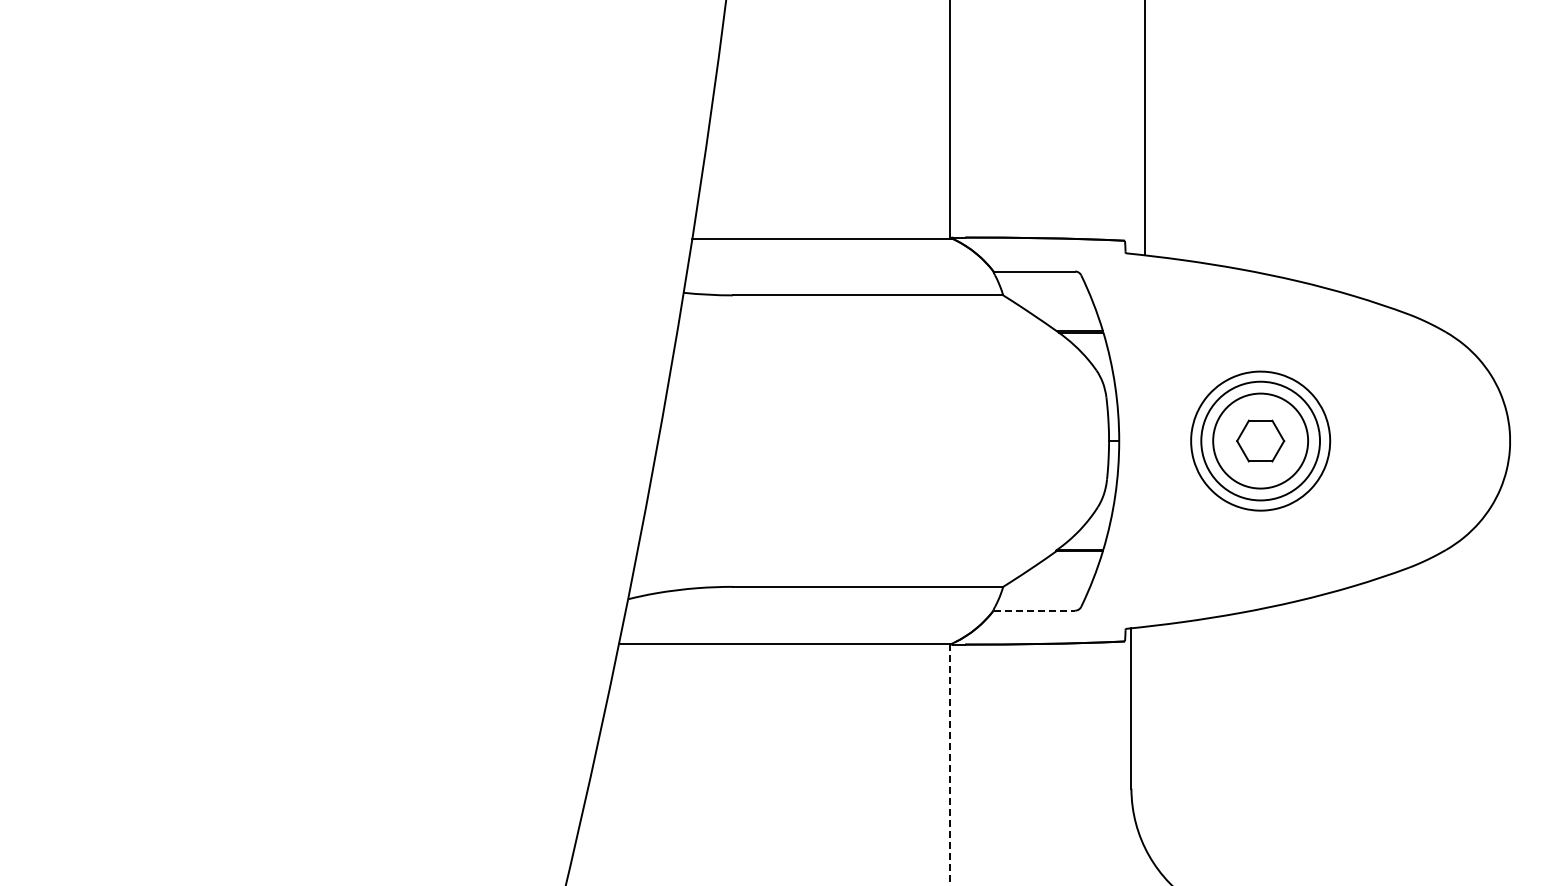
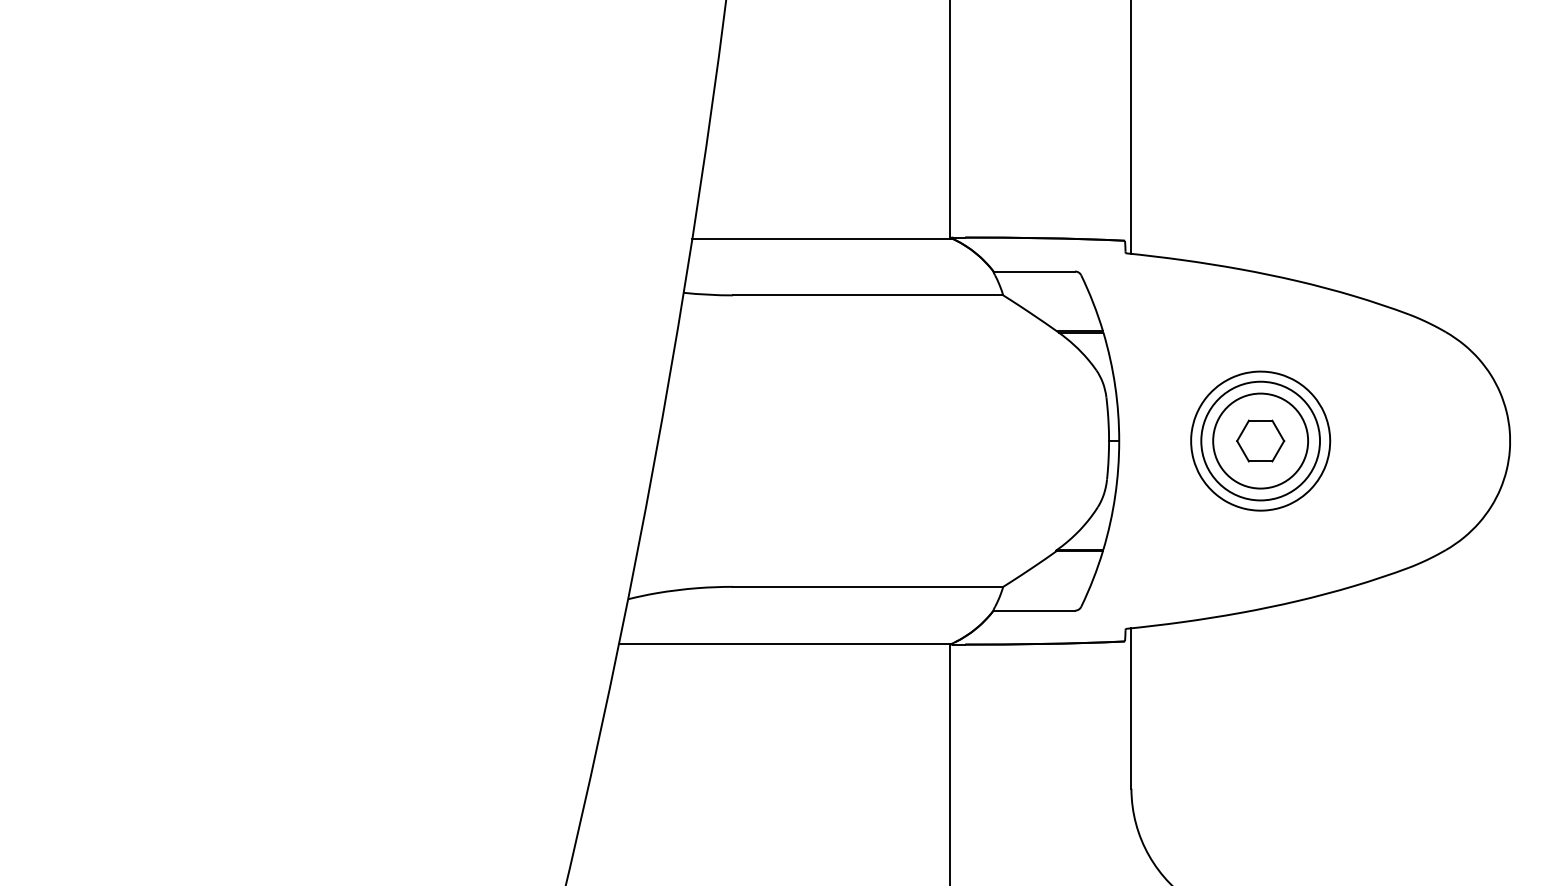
line at (1145, 127) position: (1145, 127) -> (1131, 127)
line at (1034, 610): dashed -> solid
line at (949, 764): dashed -> solid
